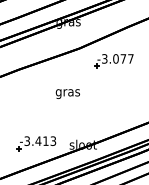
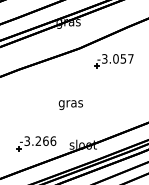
text at (123, 58): -3.077 -> -3.057
text at (67, 93) position: (67, 93) -> (70, 104)
text at (45, 140): -3.413 -> -3.266
